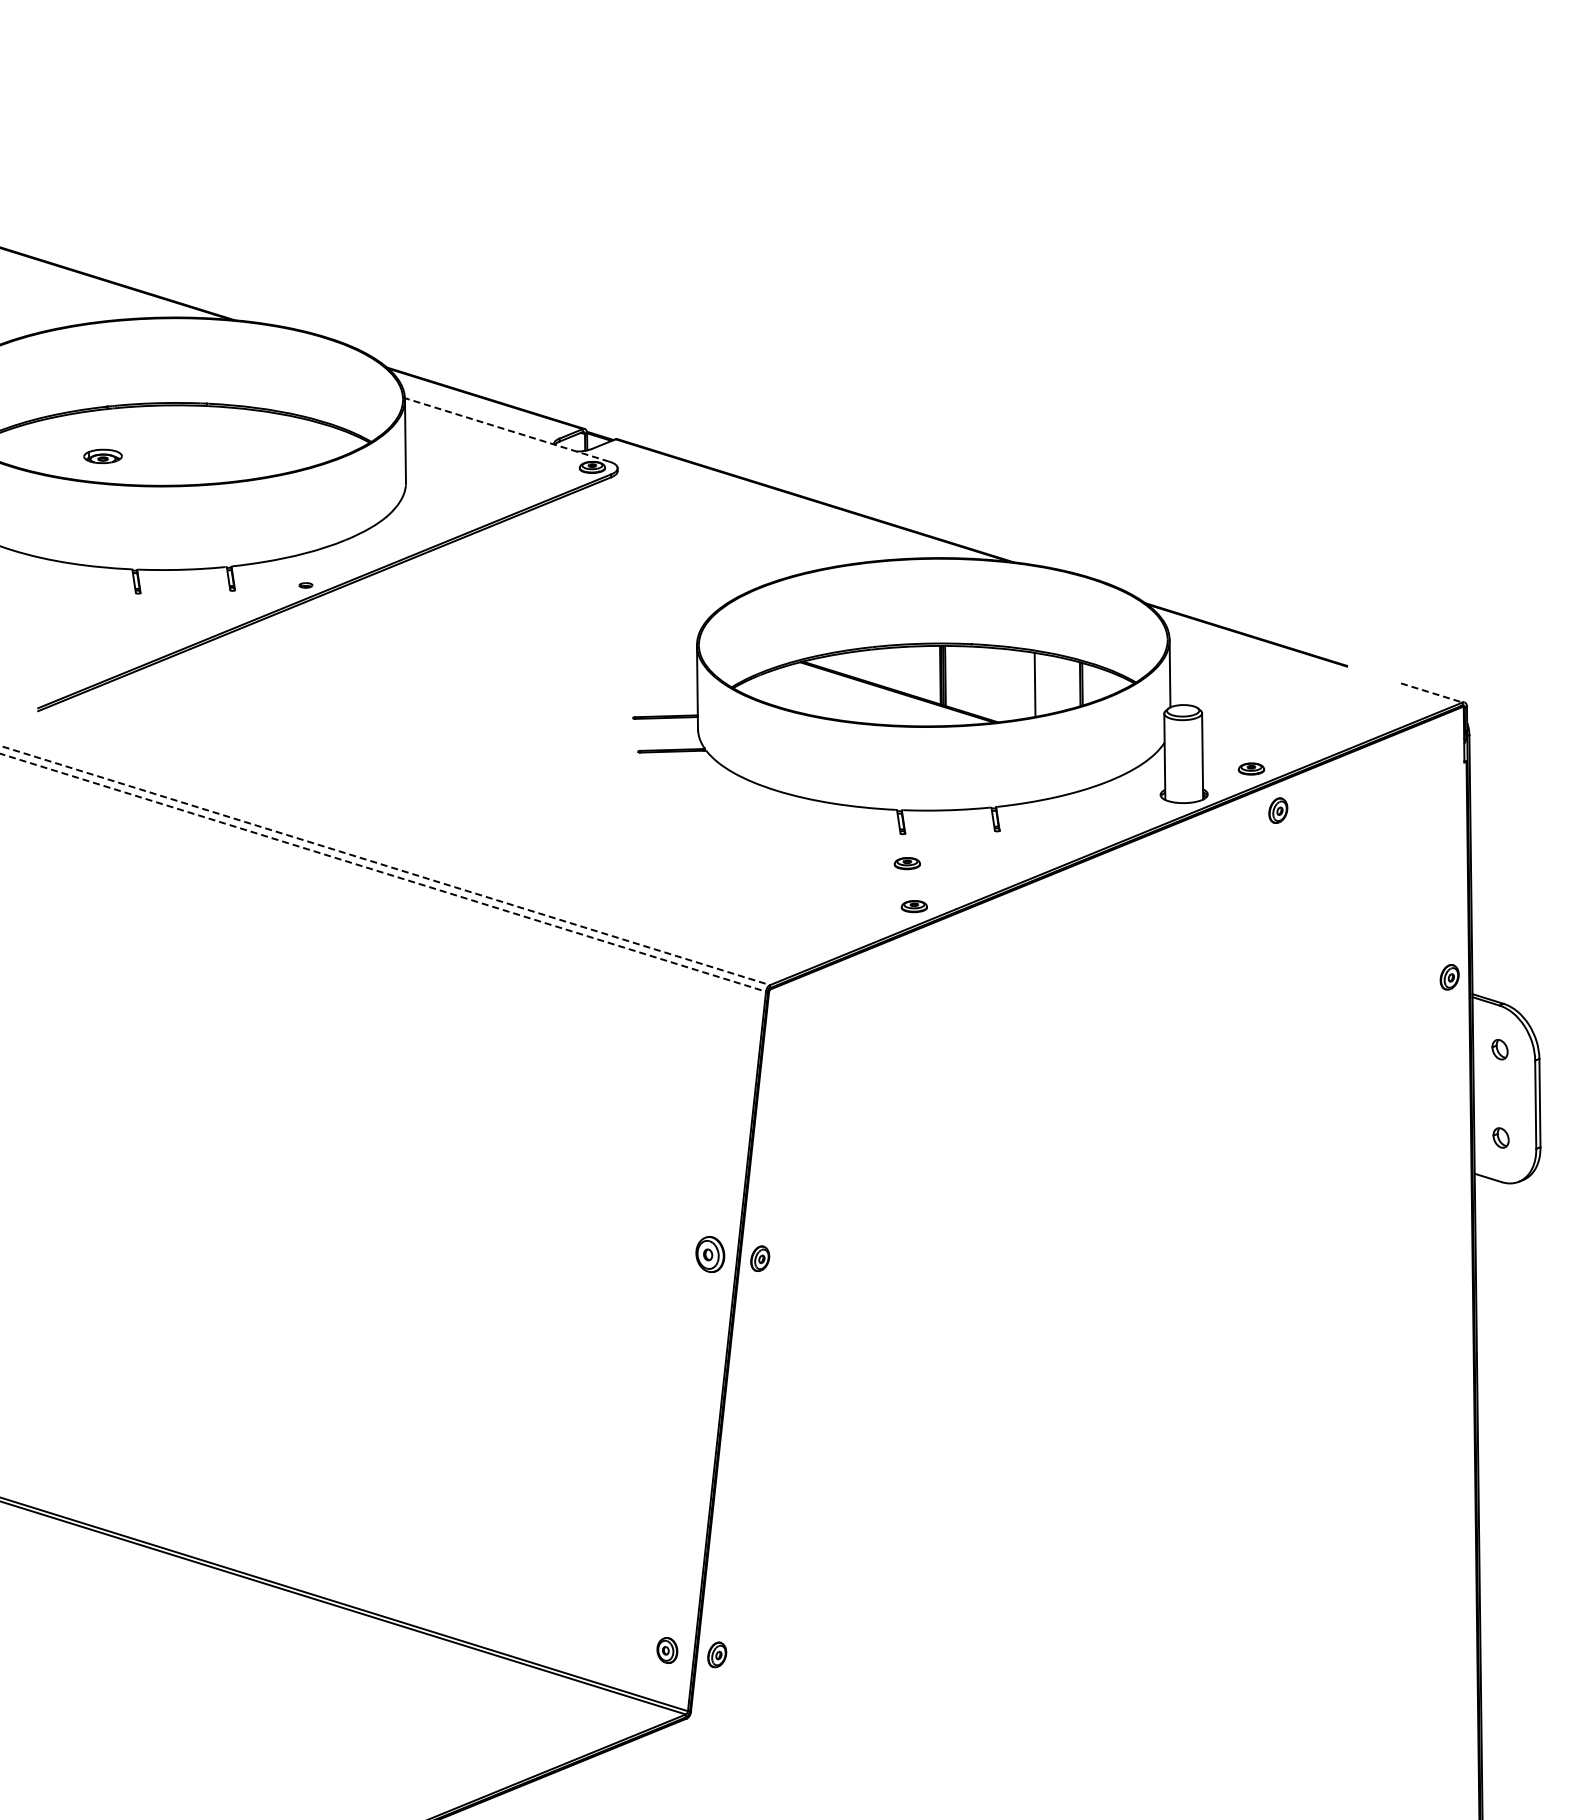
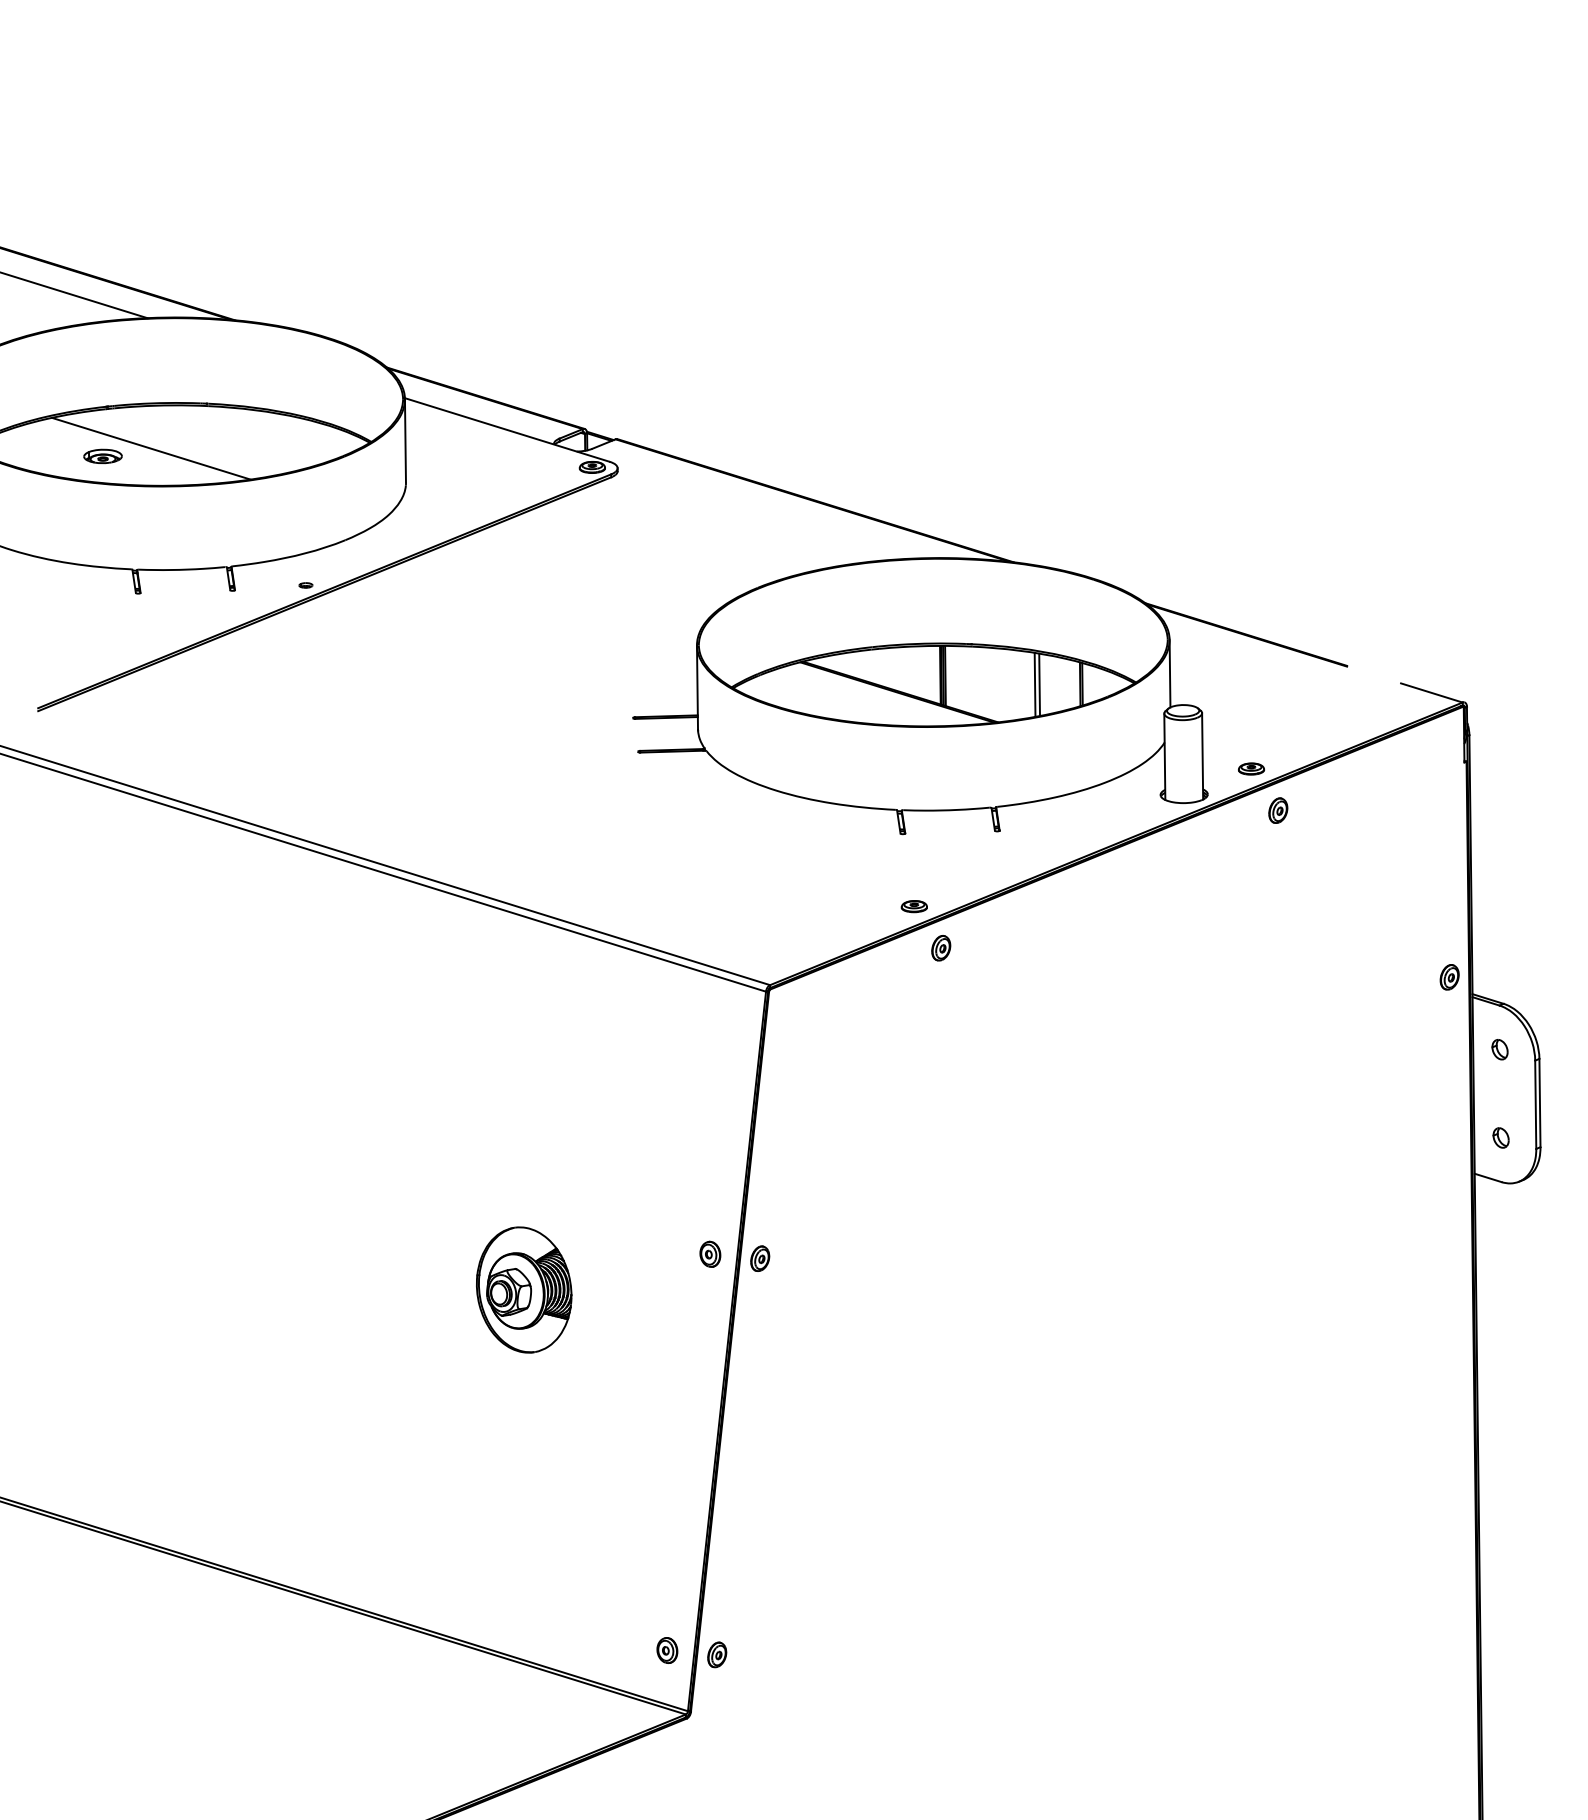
line at (74, 295): none -> present
line at (506, 429): dashed -> solid
line at (151, 448): none -> present
line at (1039, 684): none -> present
line at (1432, 693): dashed -> solid
part at (906, 863): present -> none
line at (385, 865): dashed -> solid
line at (383, 872): dashed -> solid
part at (941, 948): none -> present
part at (710, 1254) size: 31x37 px -> 23x28 px
part at (524, 1289): none -> present
